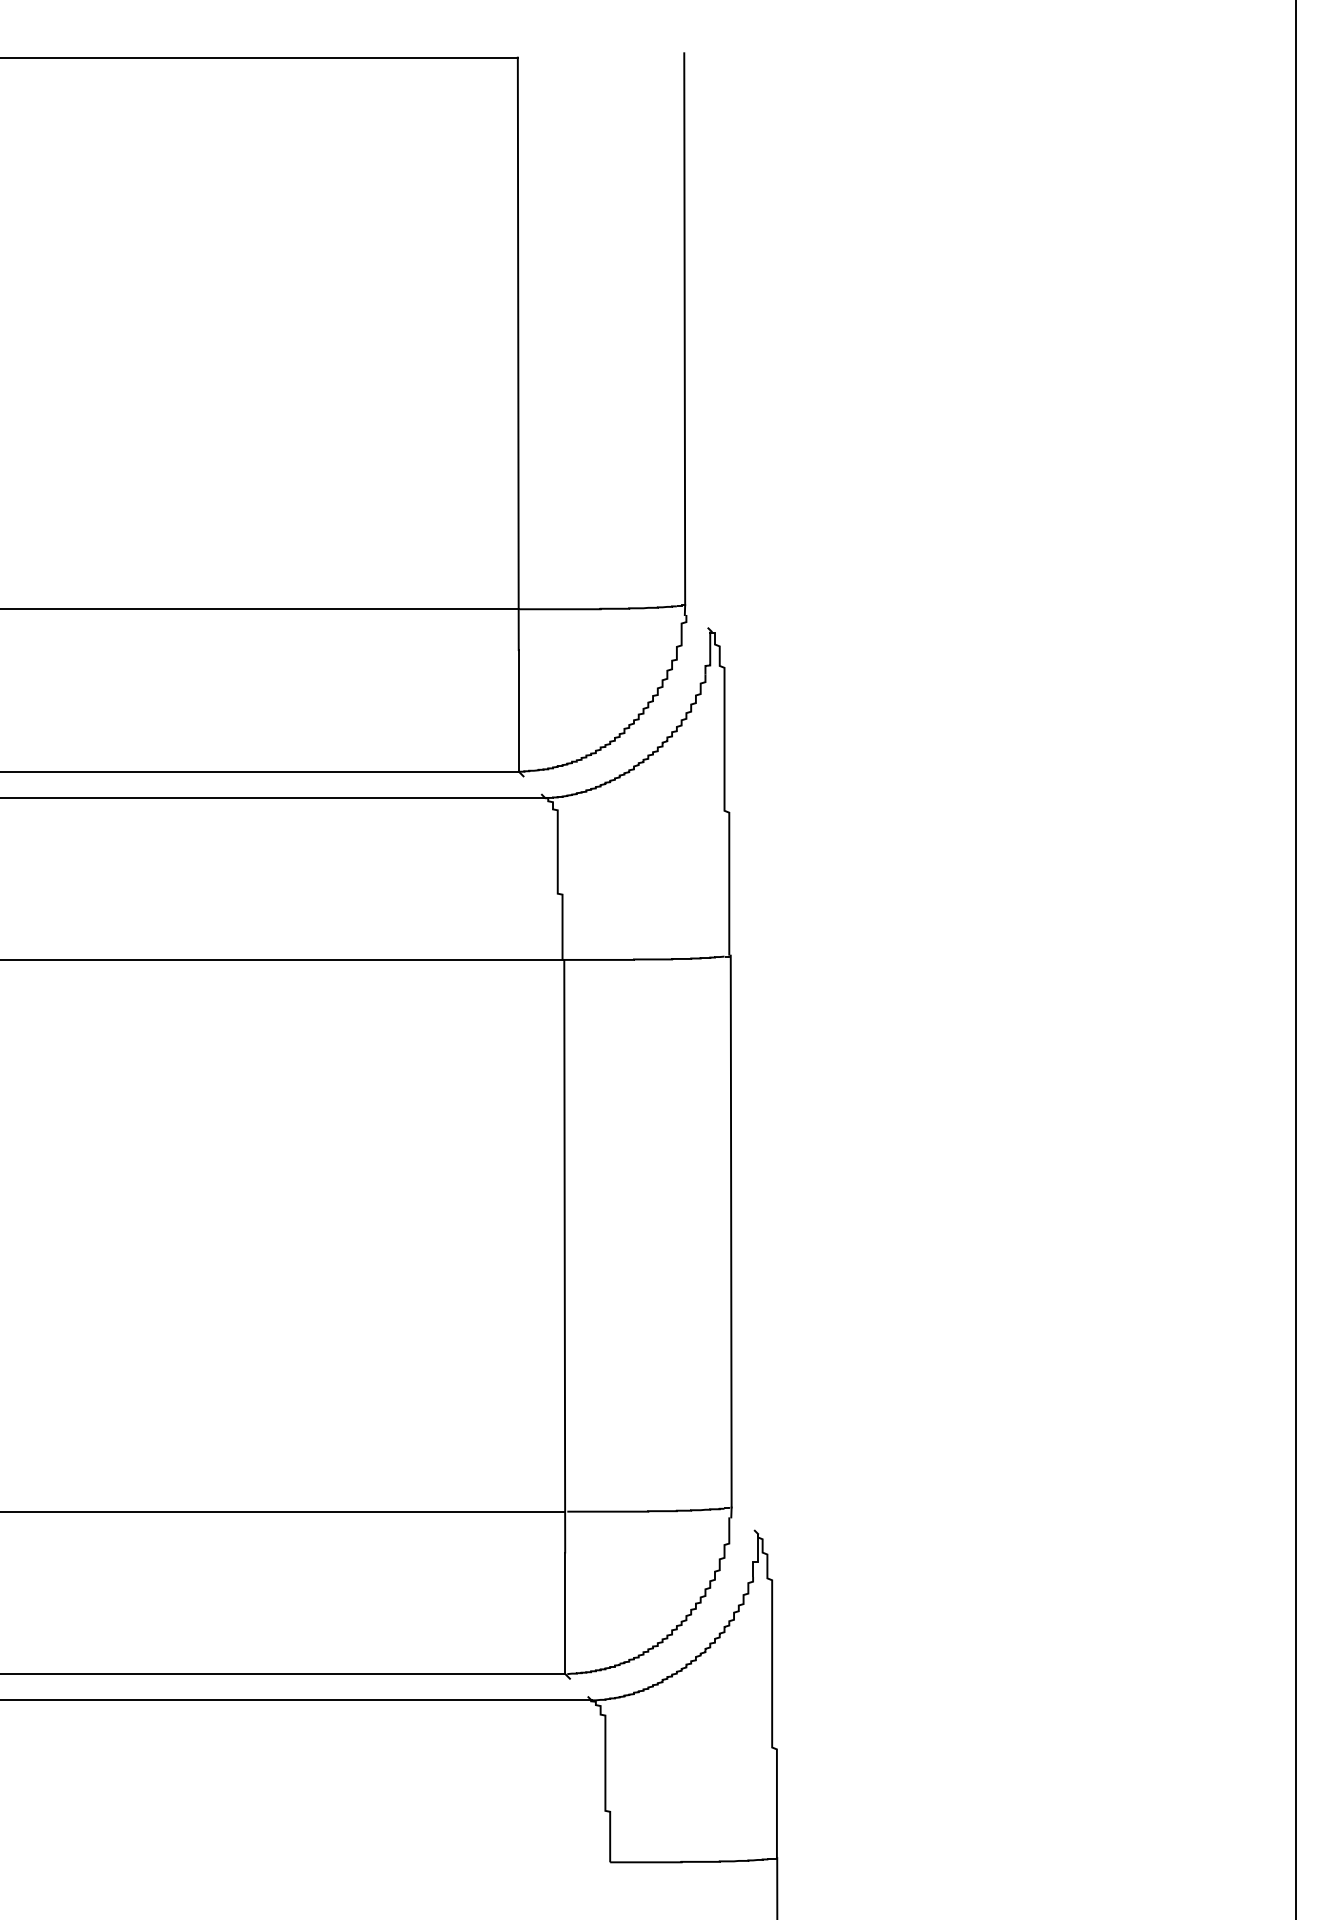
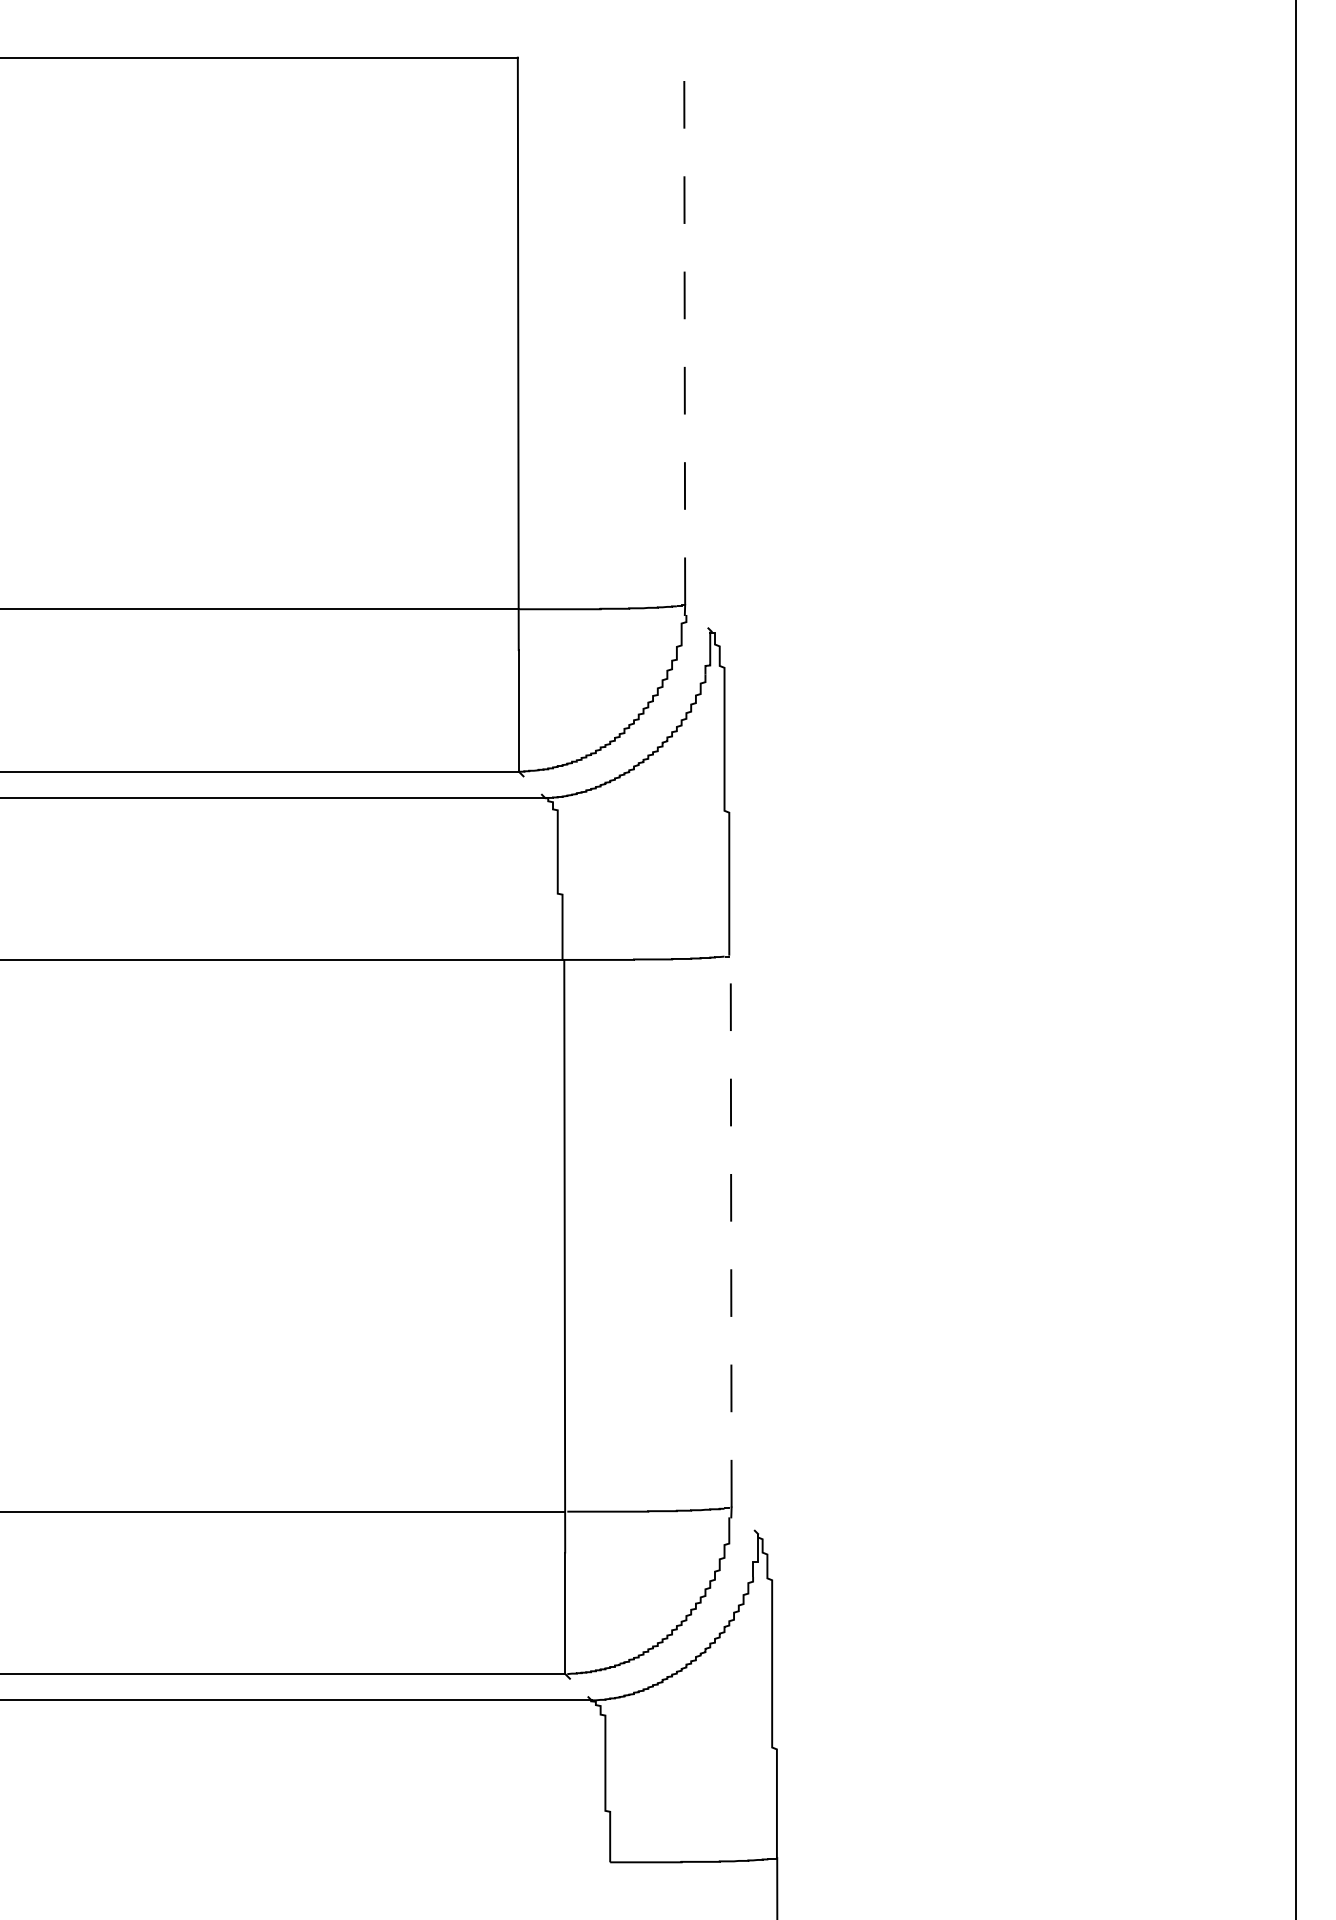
line at (684, 329): solid -> dashed
line at (731, 1231): solid -> dashed
